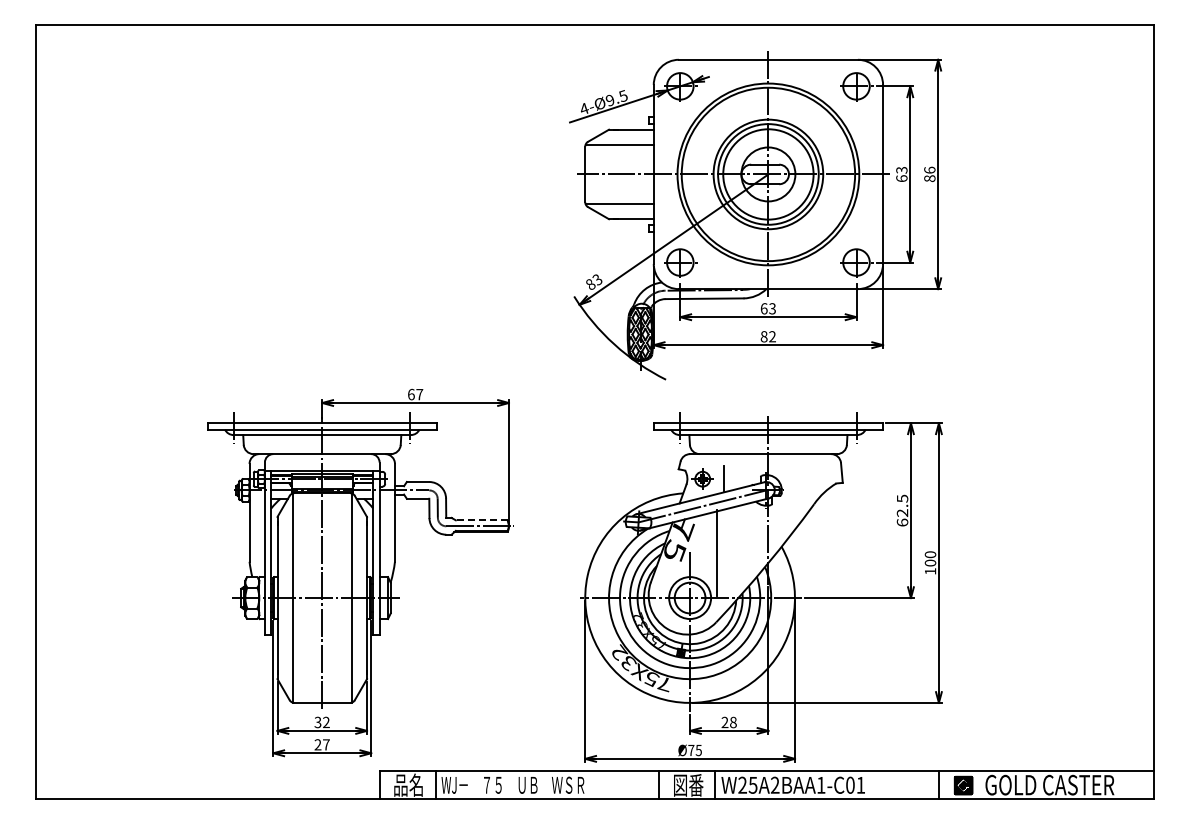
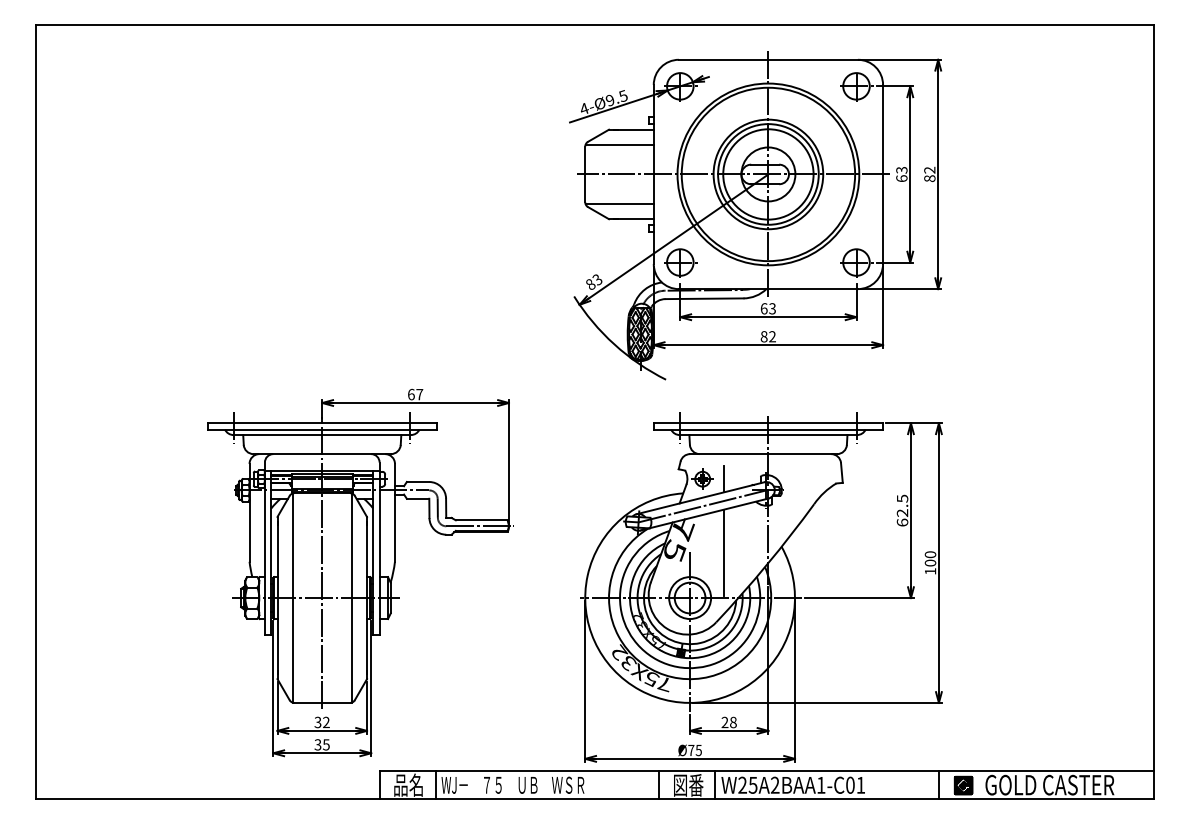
text at (929, 169): 86 -> 82
line at (481, 520): dashed -> solid
line at (716, 552) position: (716, 552) -> (723, 552)
text at (321, 744): 27 -> 35
